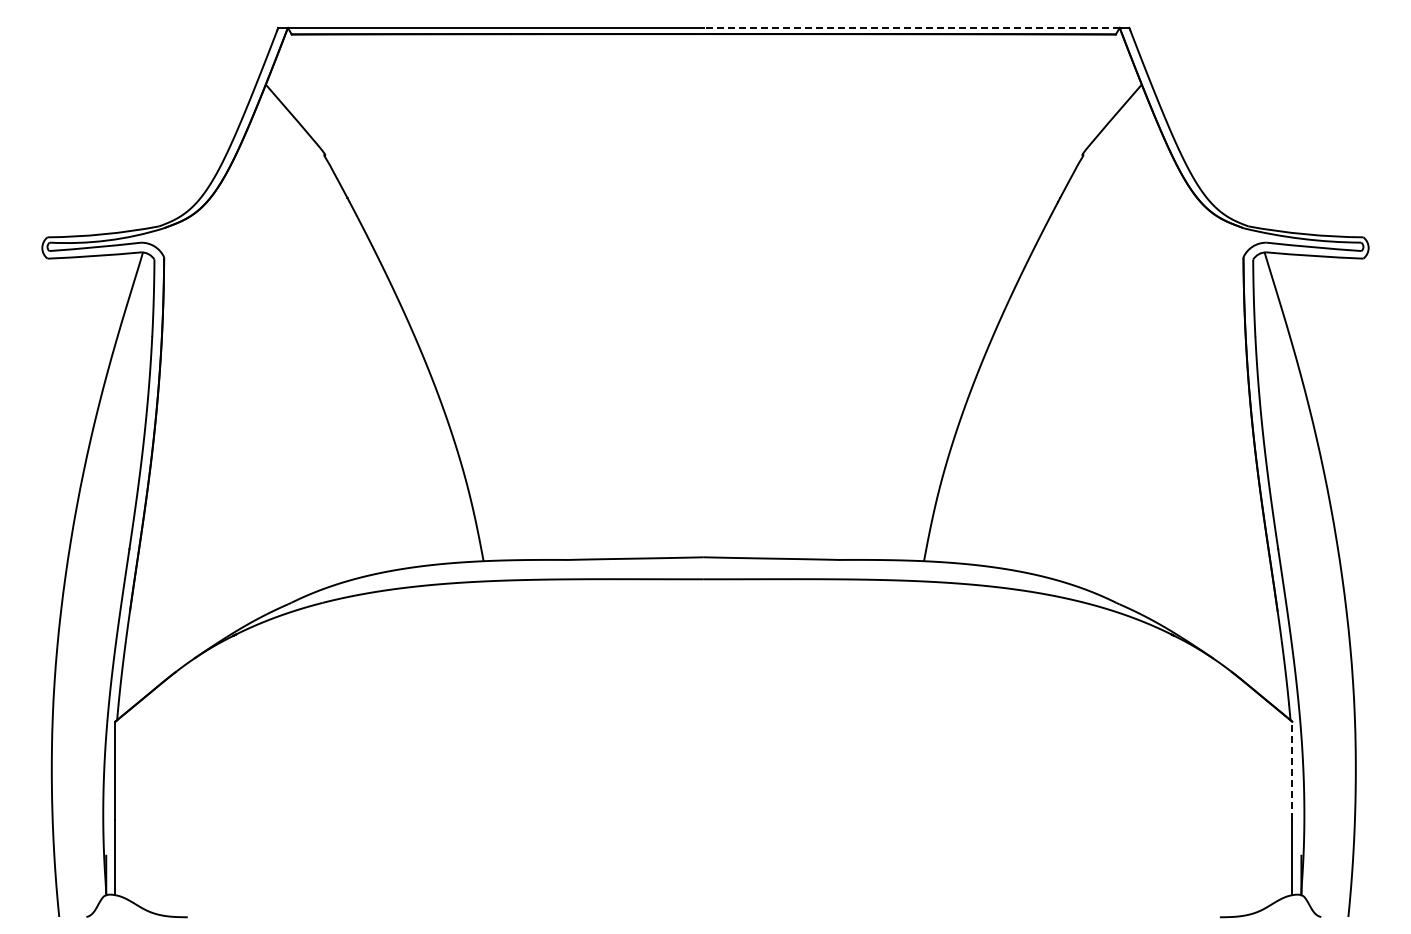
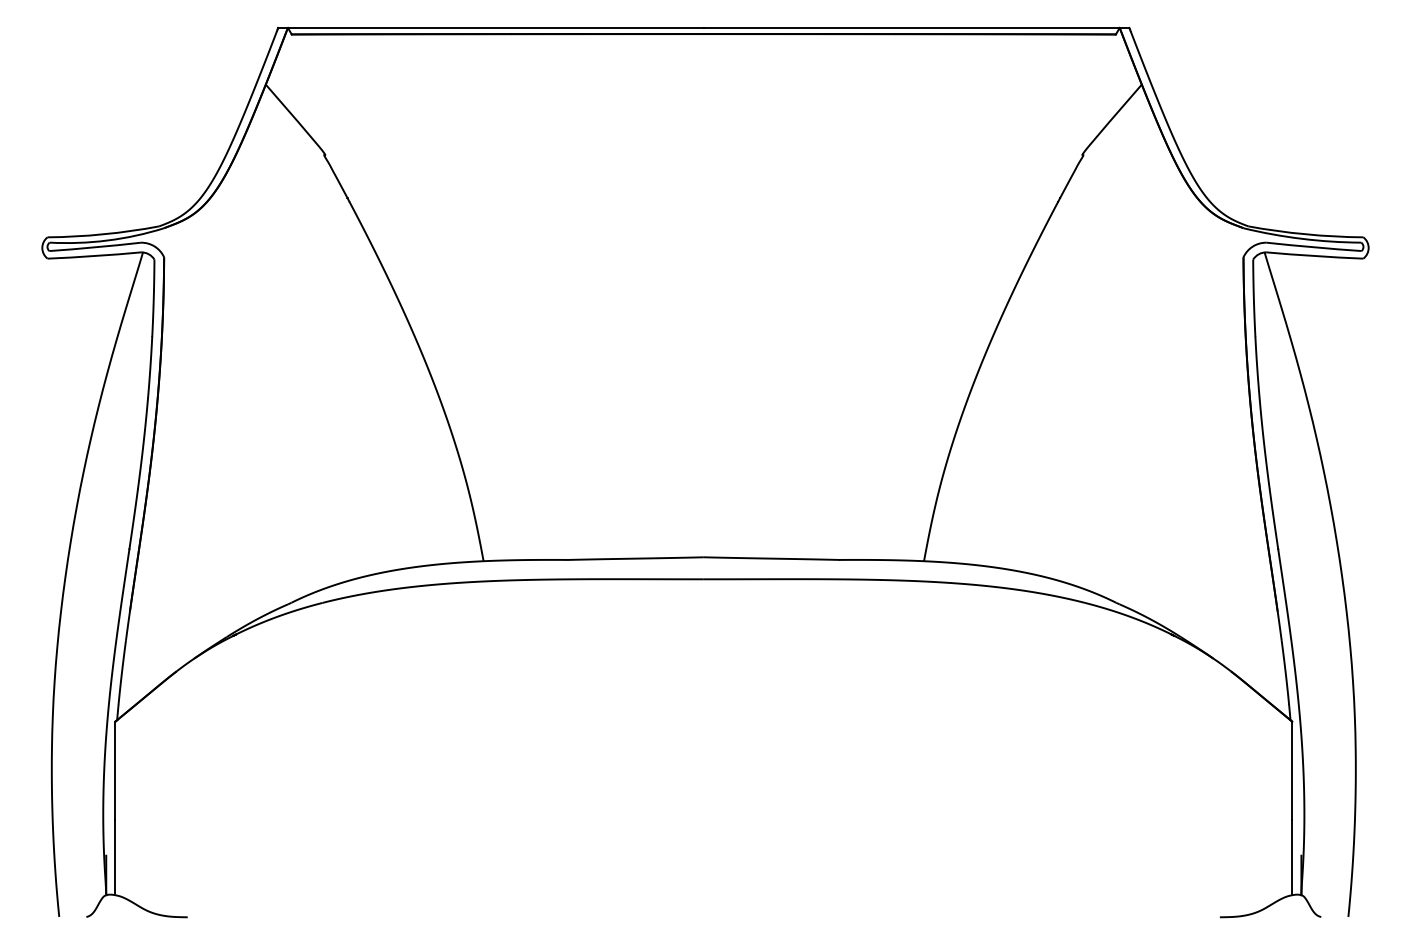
line at (911, 27): dashed -> solid
line at (1292, 770): dashed -> solid
